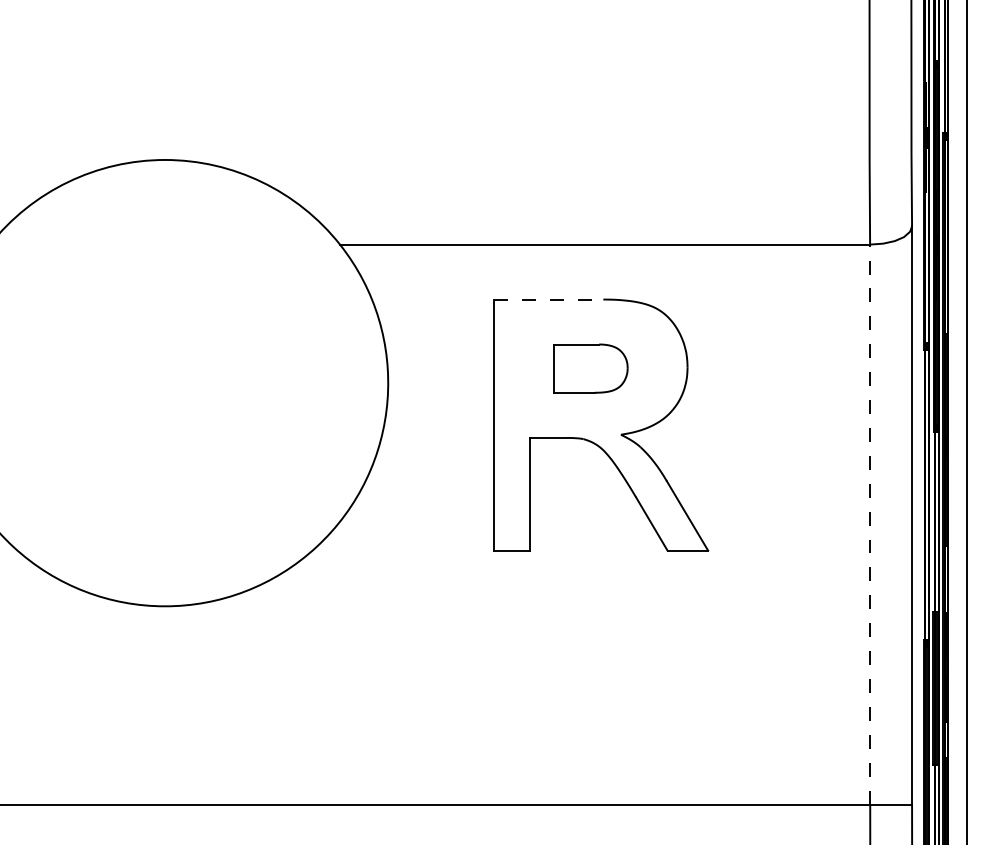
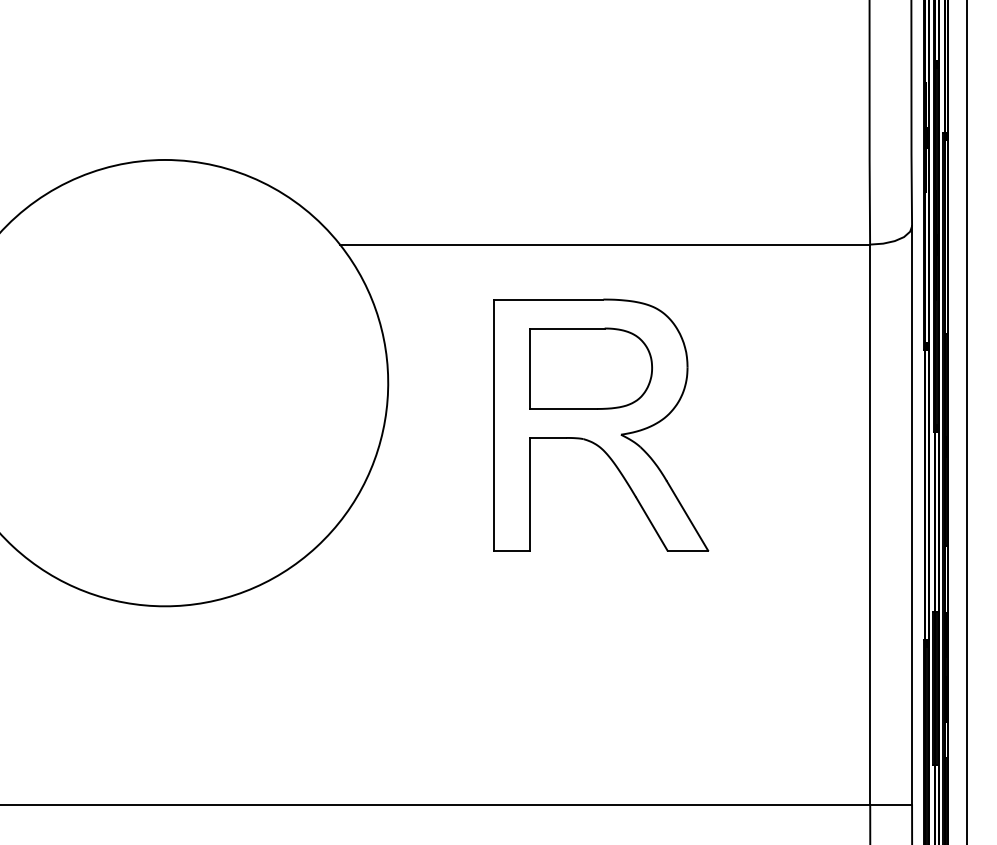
line at (549, 299): dashed -> solid
part at (590, 368) size: 76x51 px -> 124x83 px
line at (870, 524): dashed -> solid
